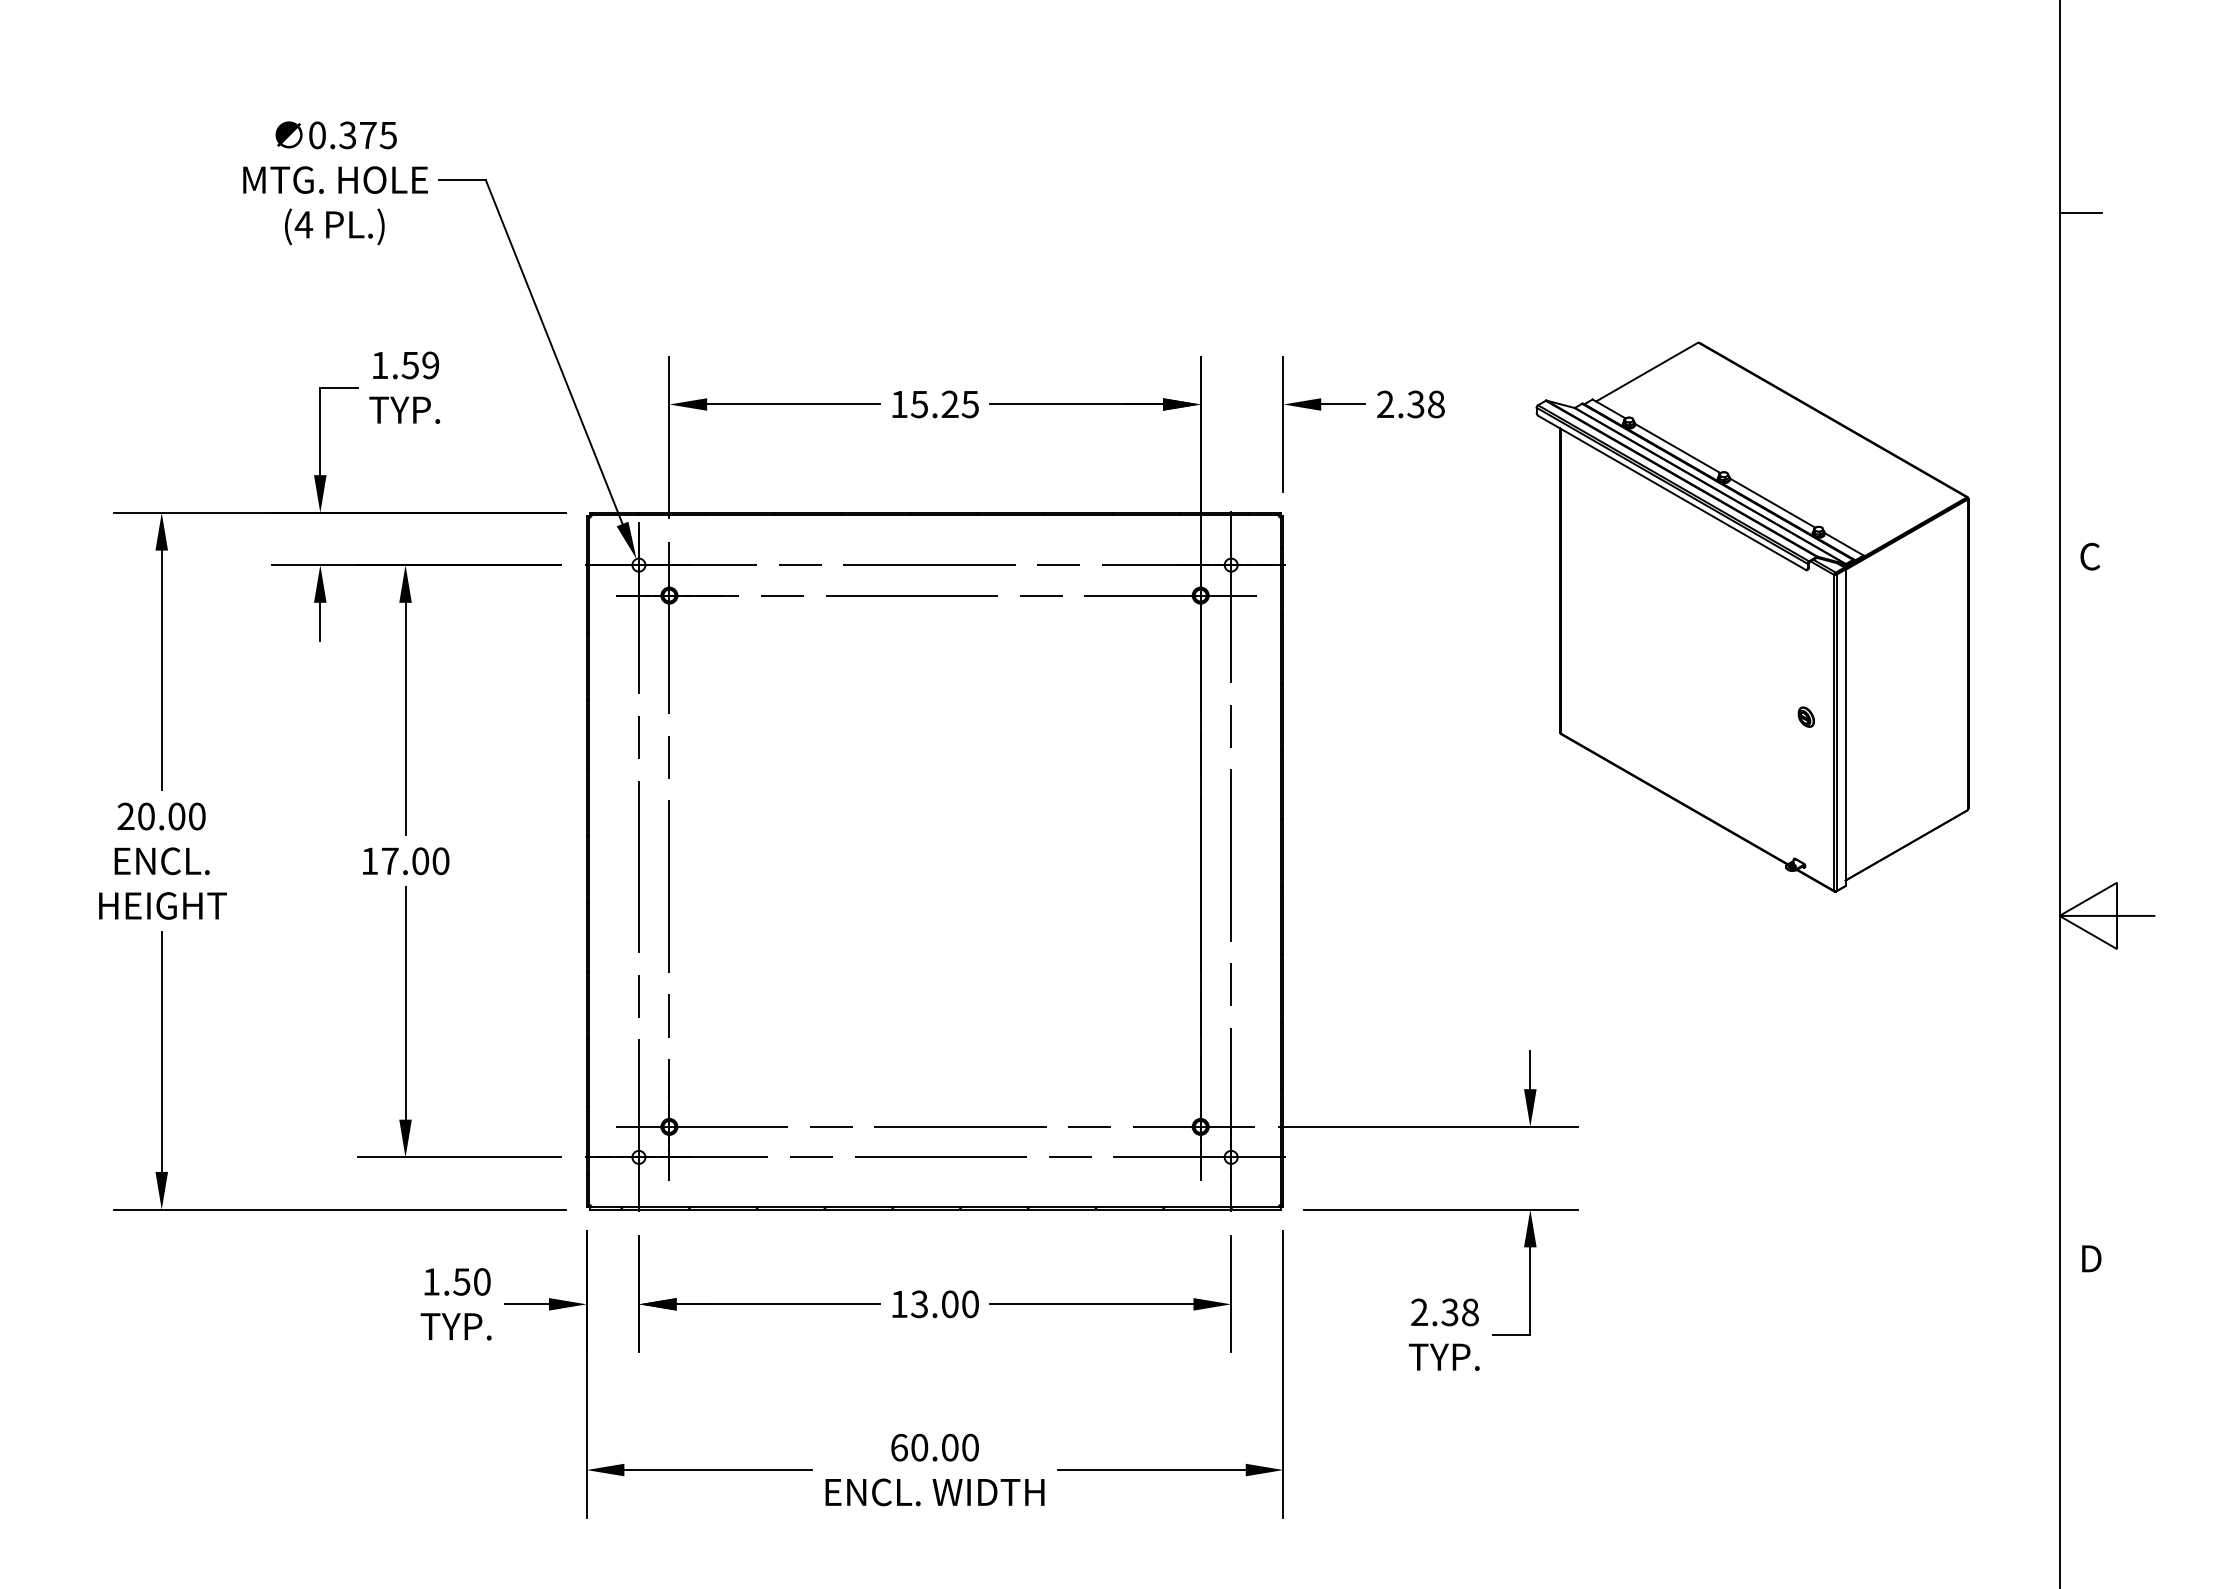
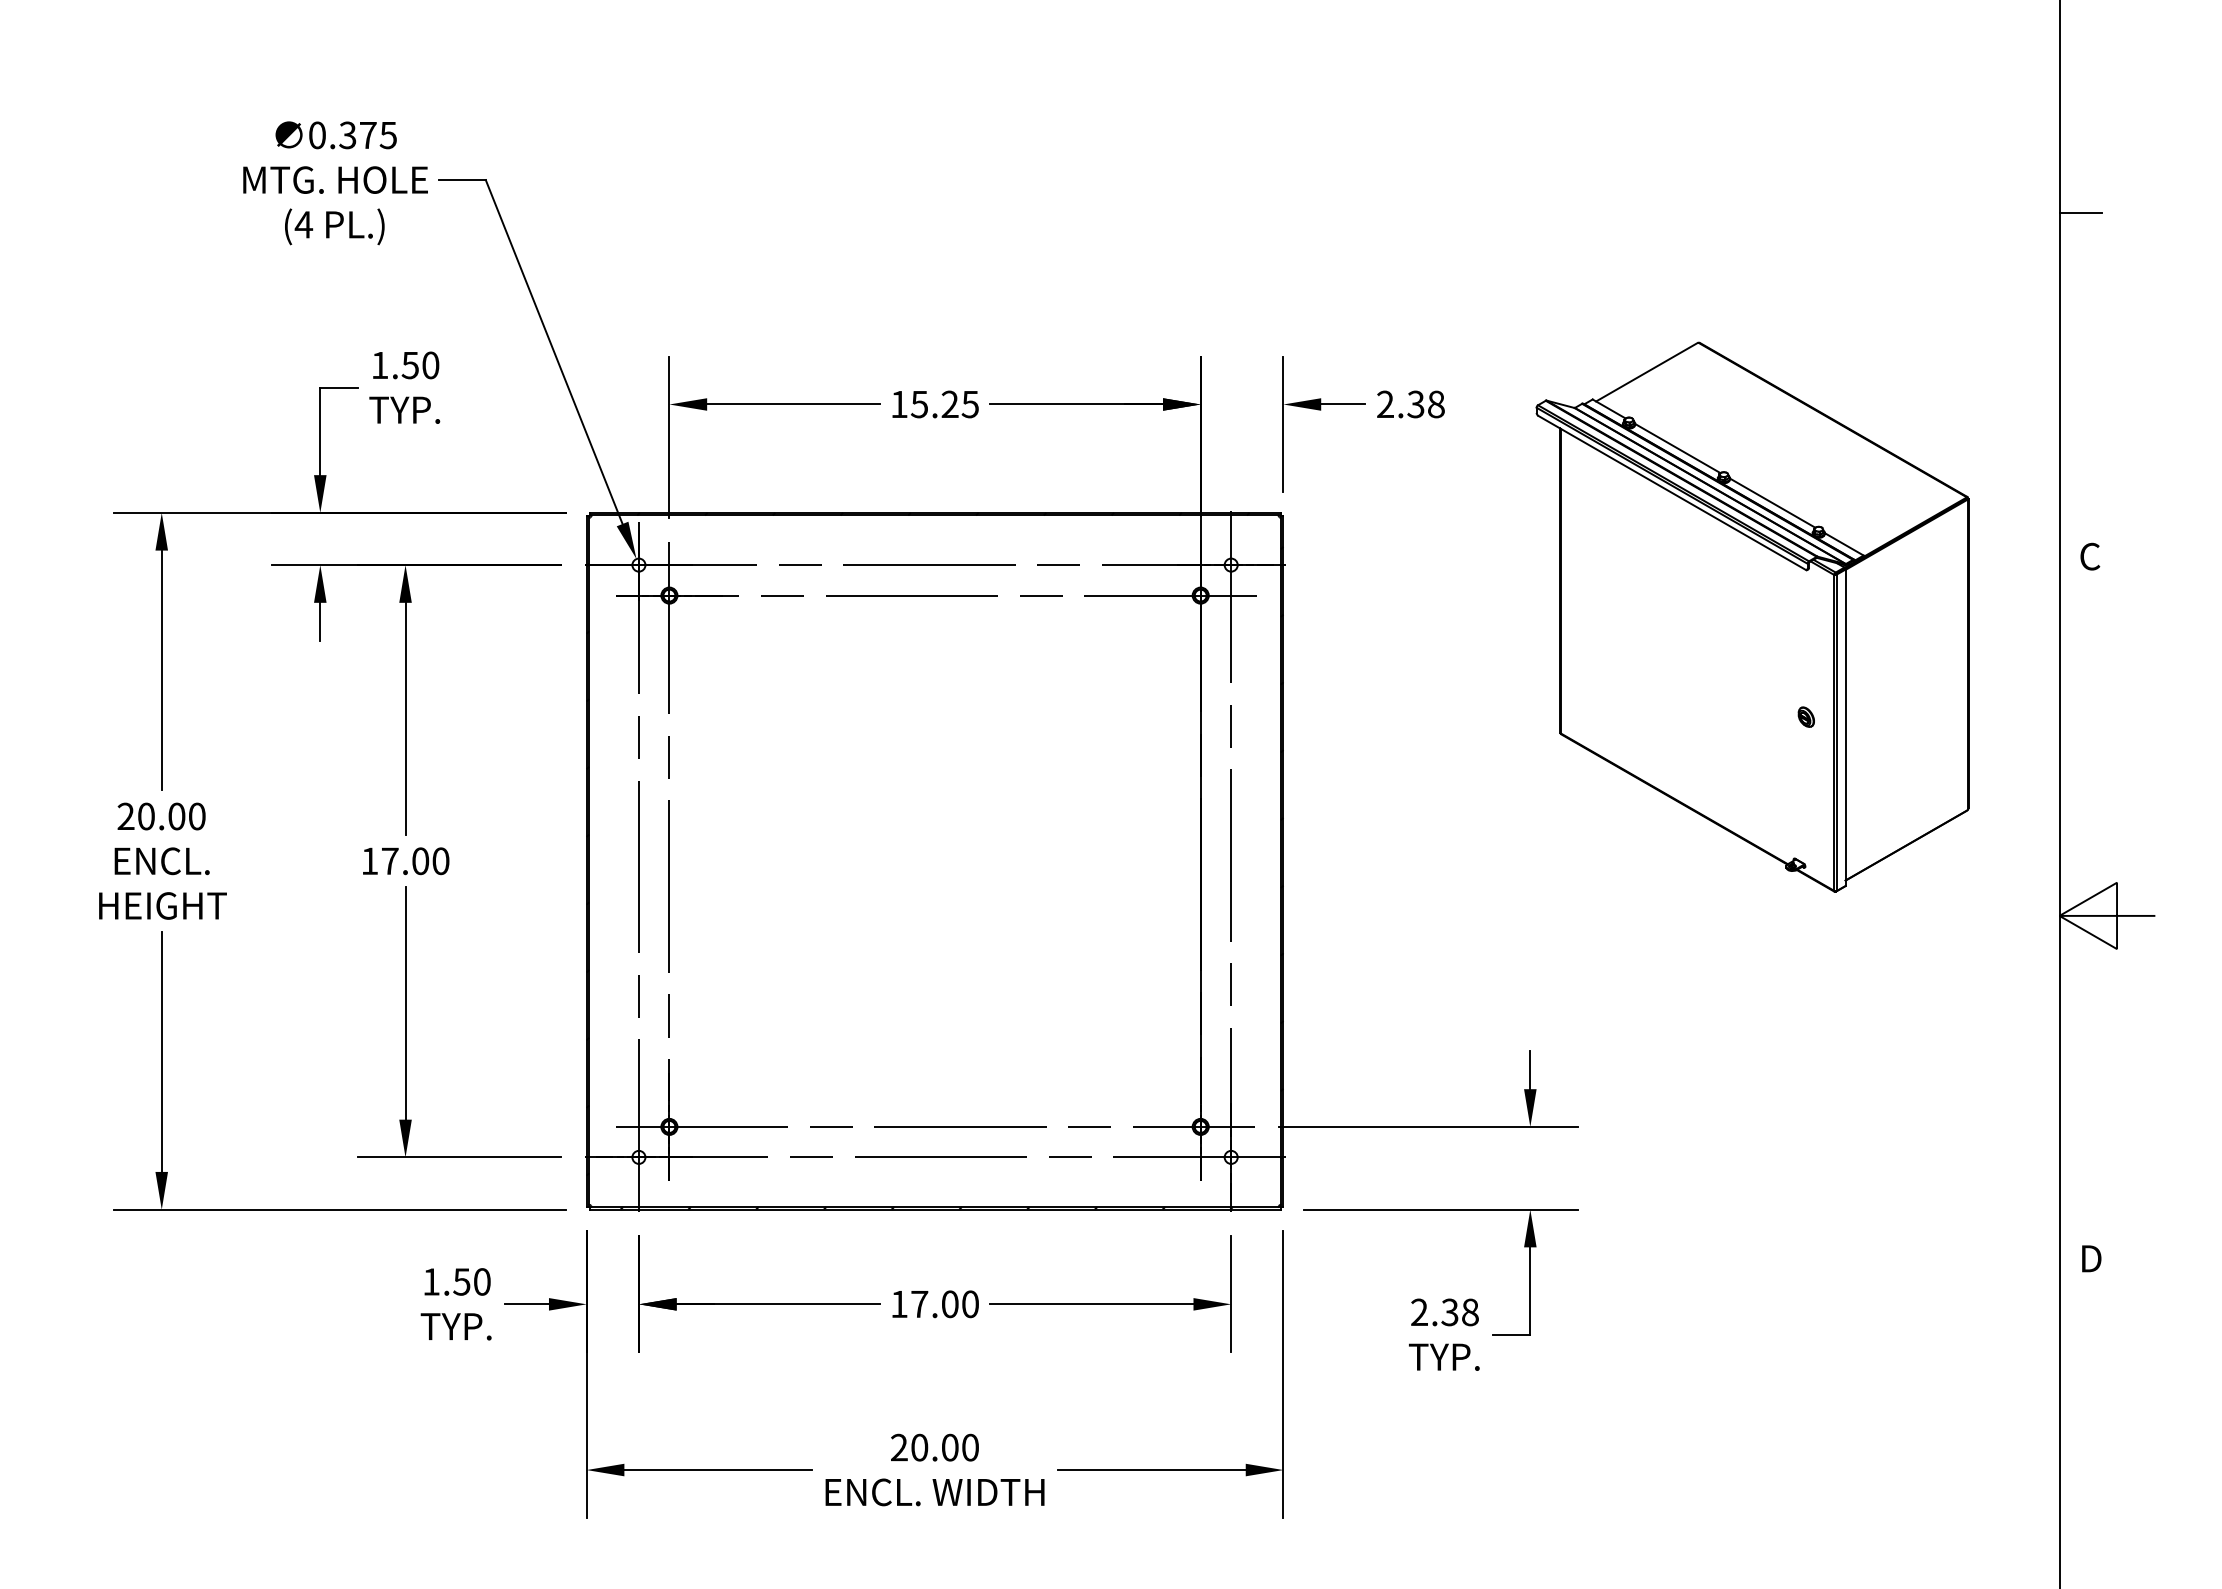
text at (430, 365): 1.59 -> 1.50
text at (919, 1304): 13.00 -> 17.00
text at (899, 1447): 60.00 -> 20.00
